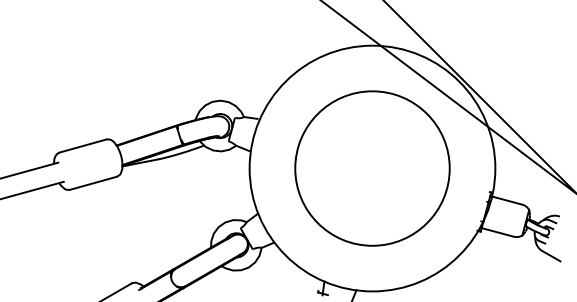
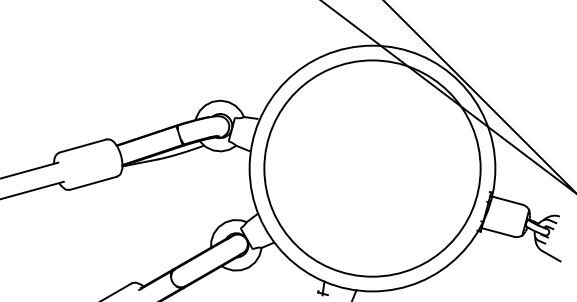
circle at (372, 168) diameter: 154 px -> 216 px
